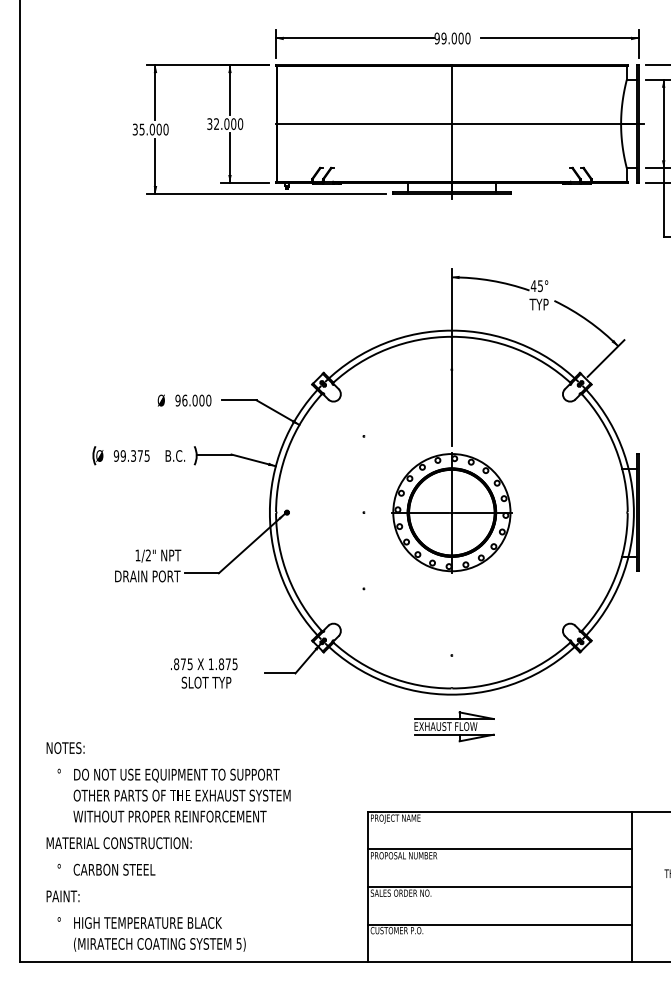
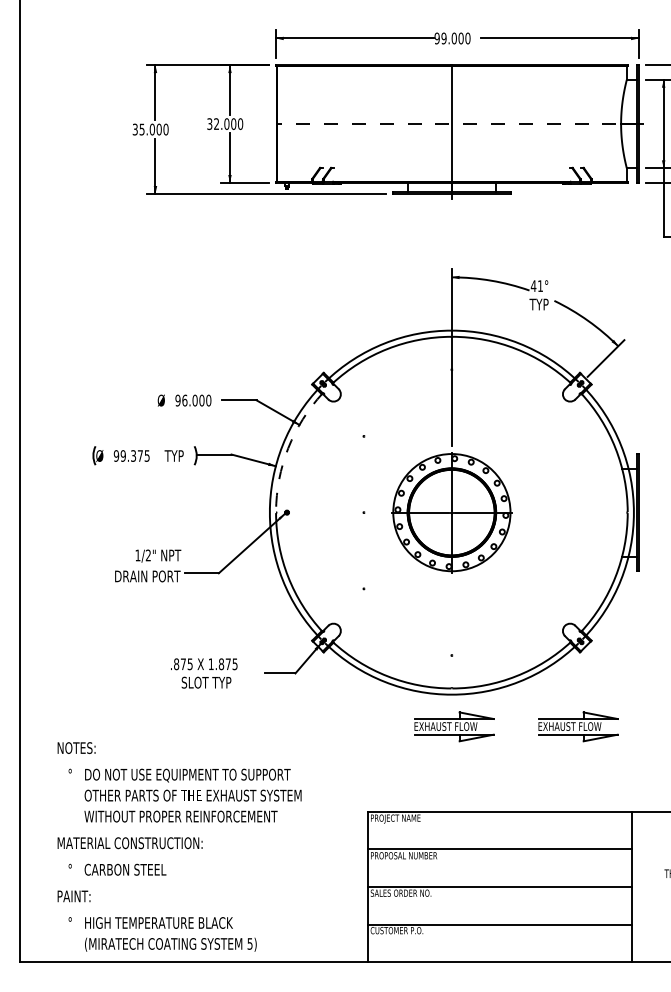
line at (459, 124): solid -> dashed
text at (540, 286): 45° -> 41°
arc at (288, 448): solid -> dashed
text at (174, 455): B.C. -> TYP
part at (578, 726): none -> present
text at (168, 846) position: (168, 846) -> (179, 846)
